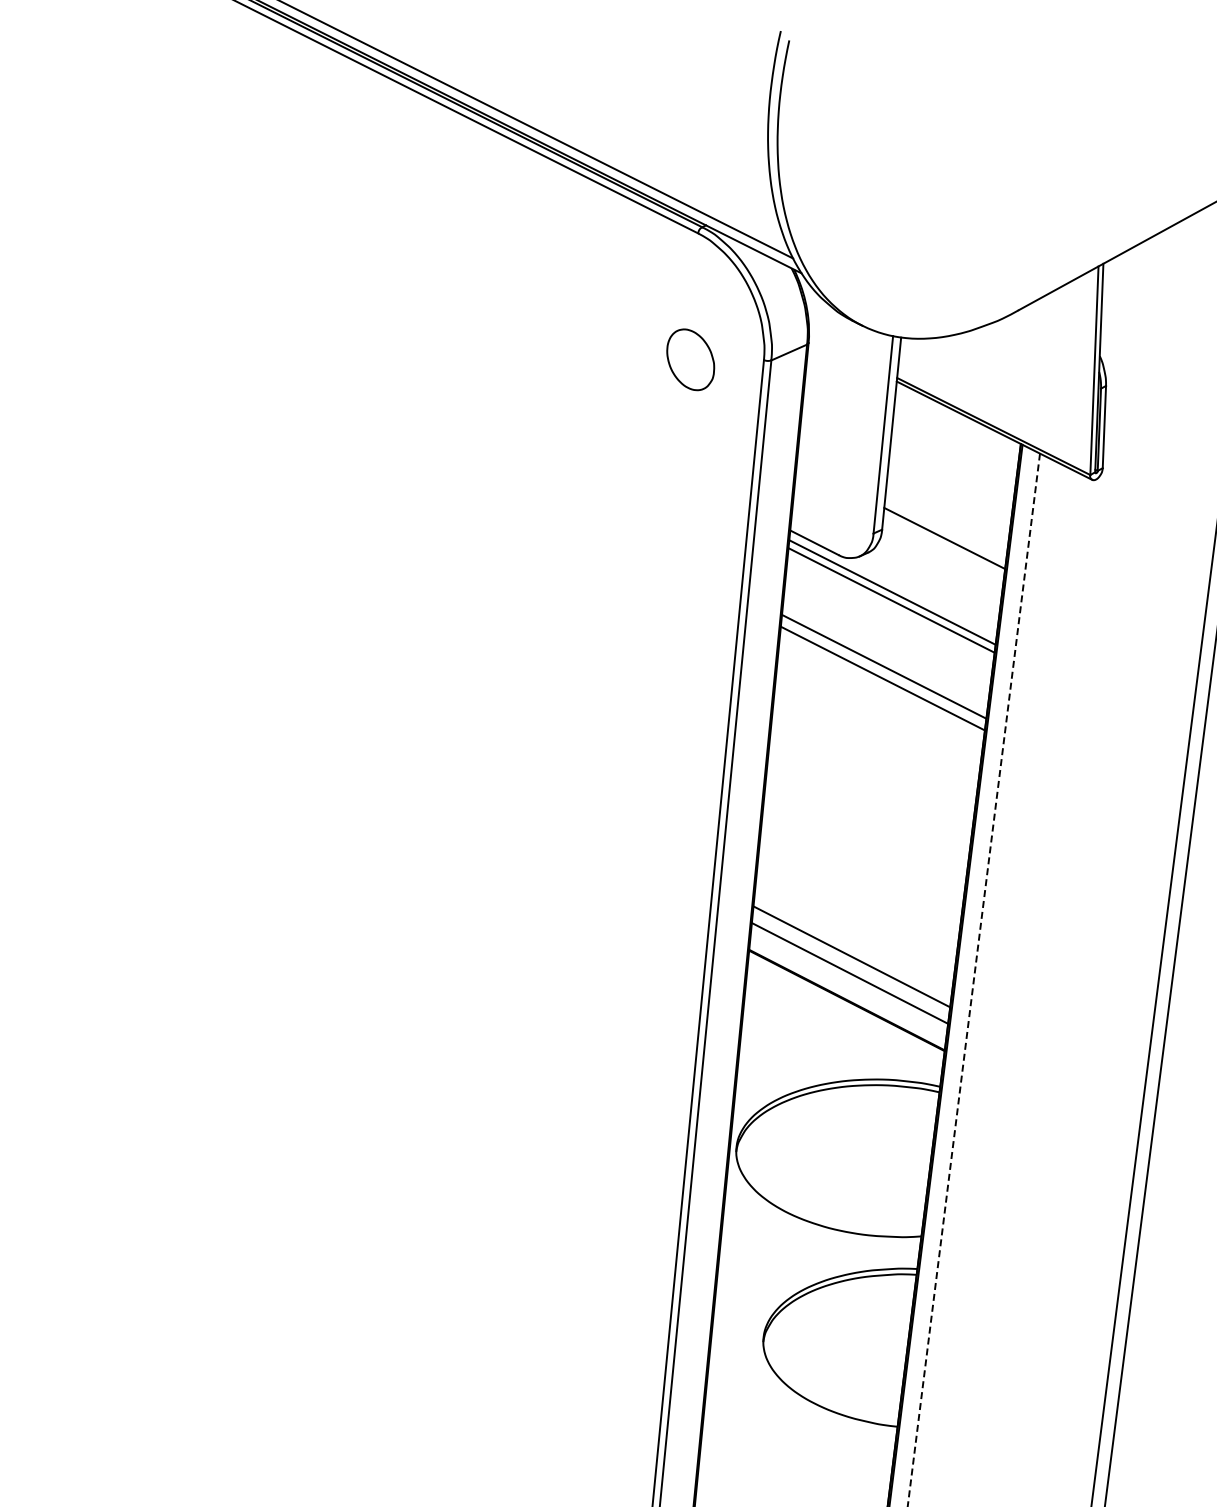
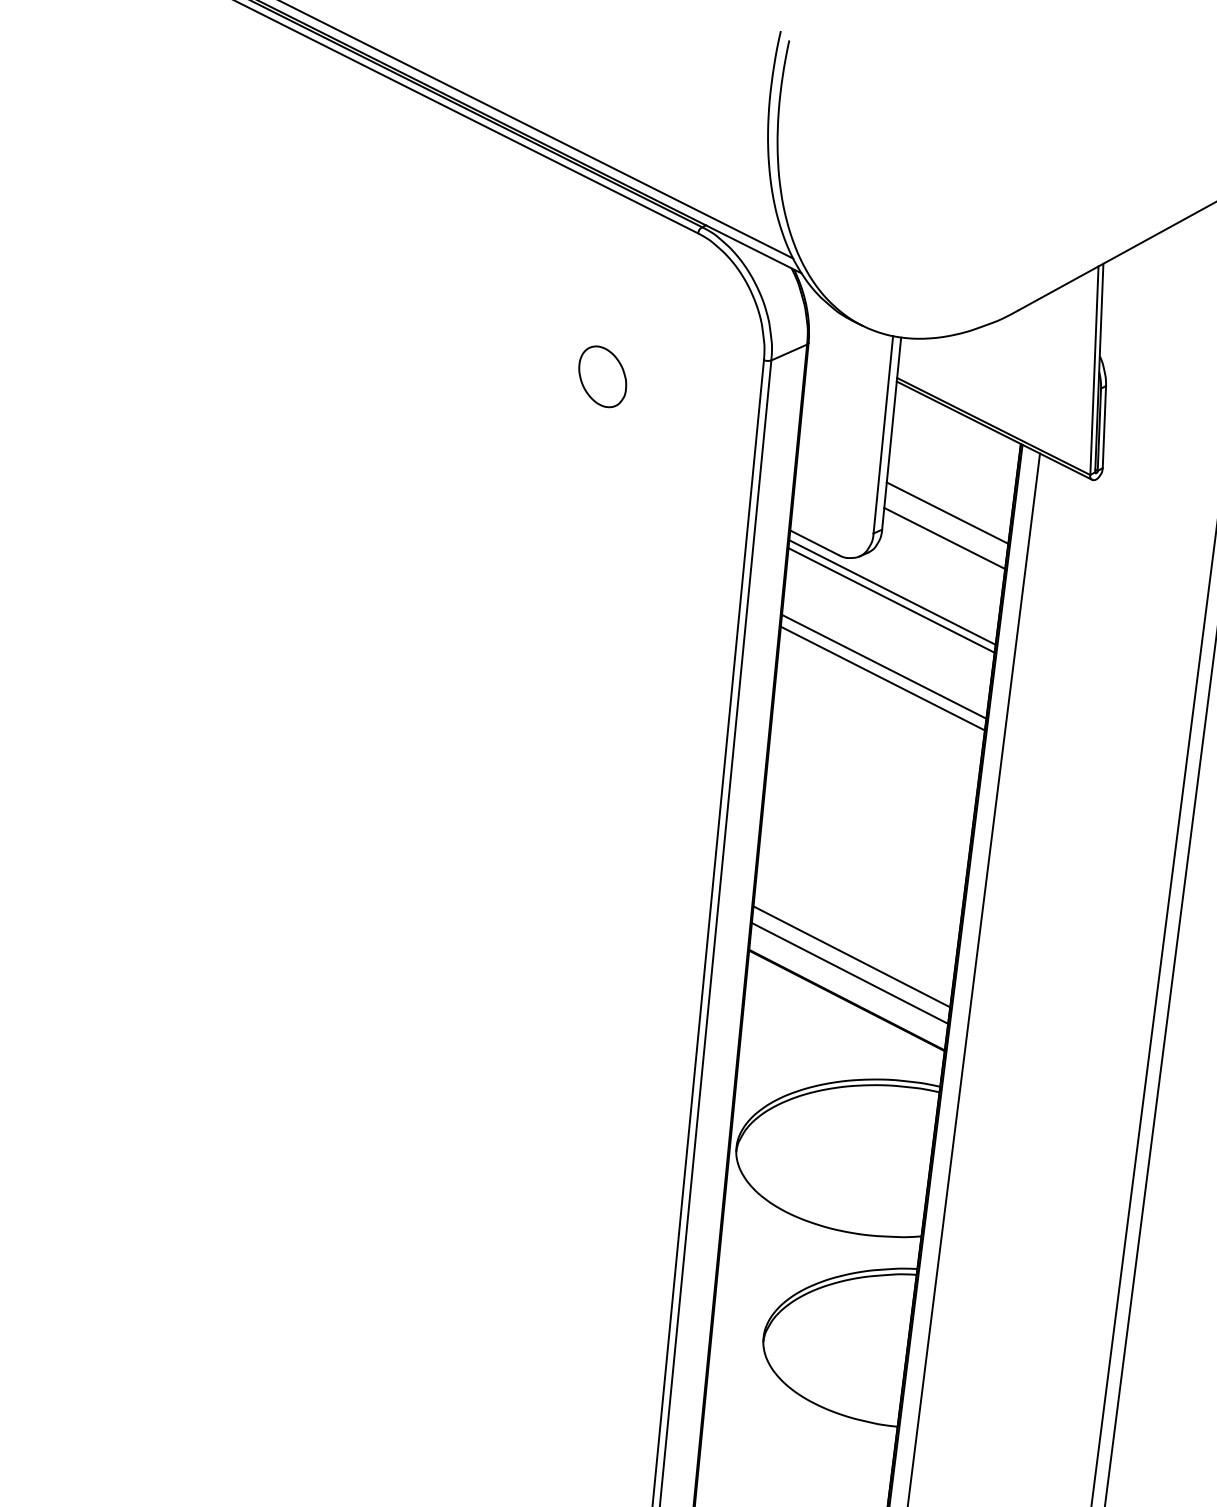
part at (690, 359) position: (690, 359) -> (602, 376)
line at (947, 512): none -> present
line at (973, 980): dashed -> solid
